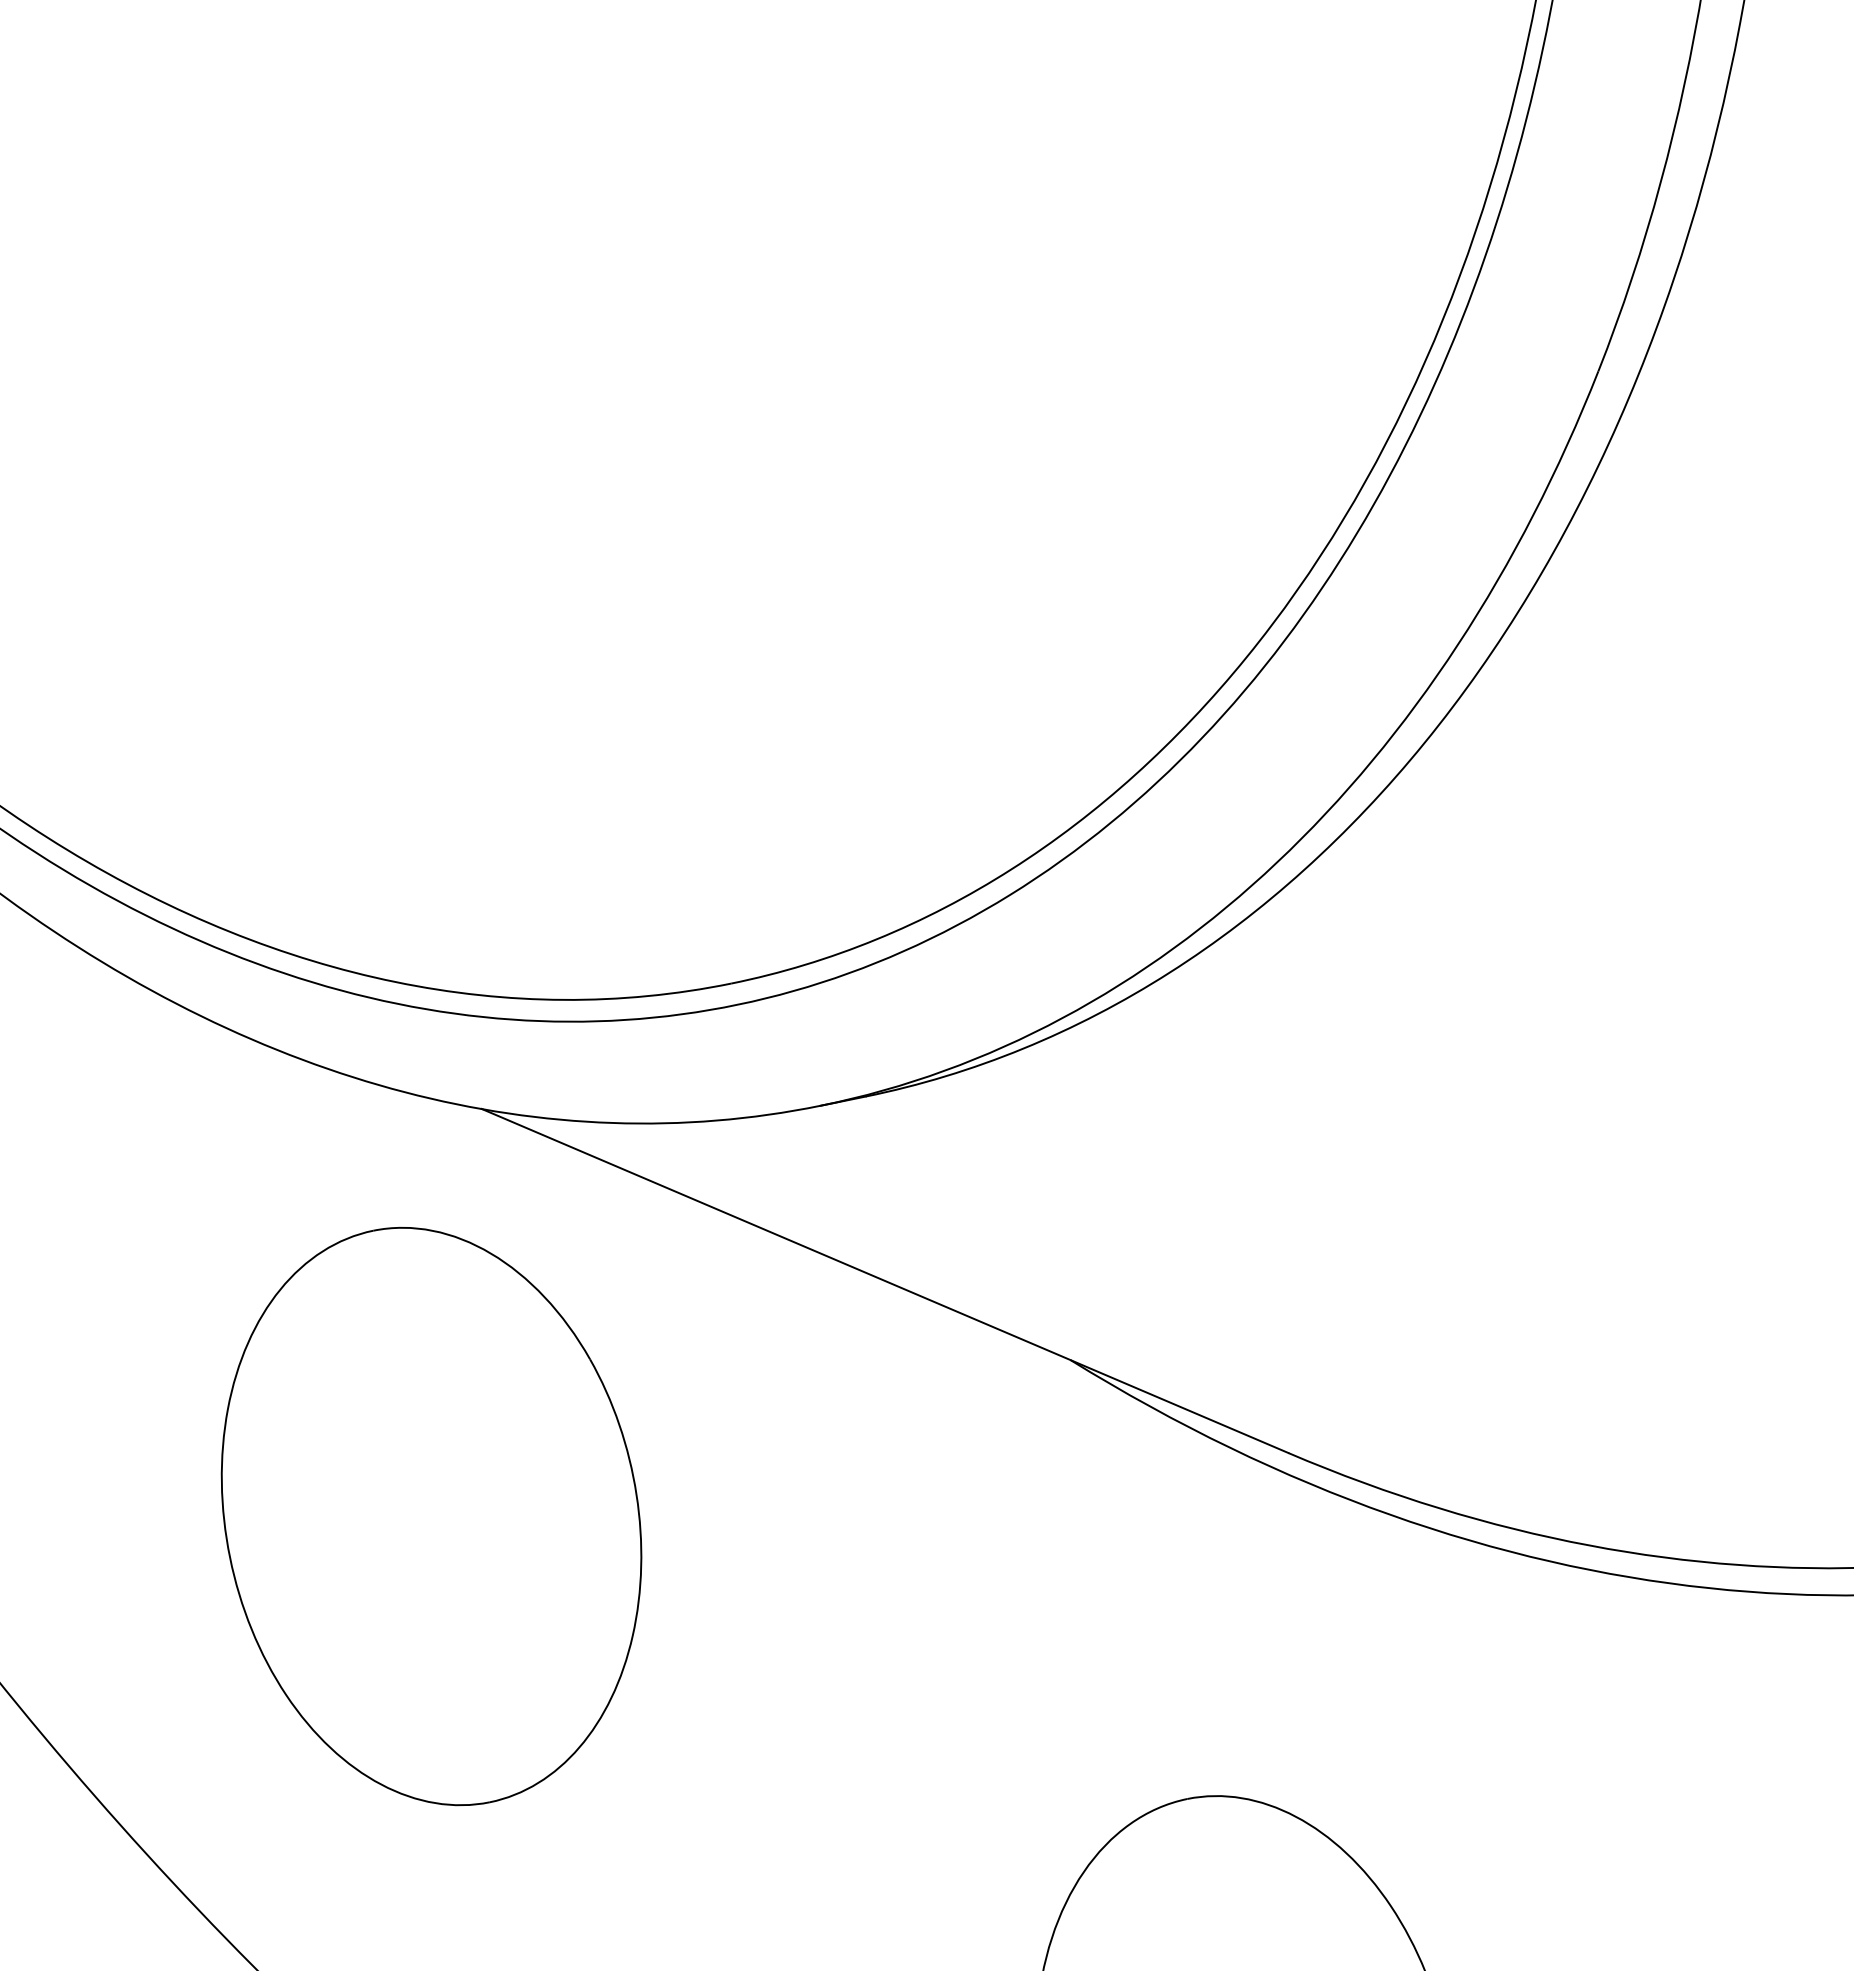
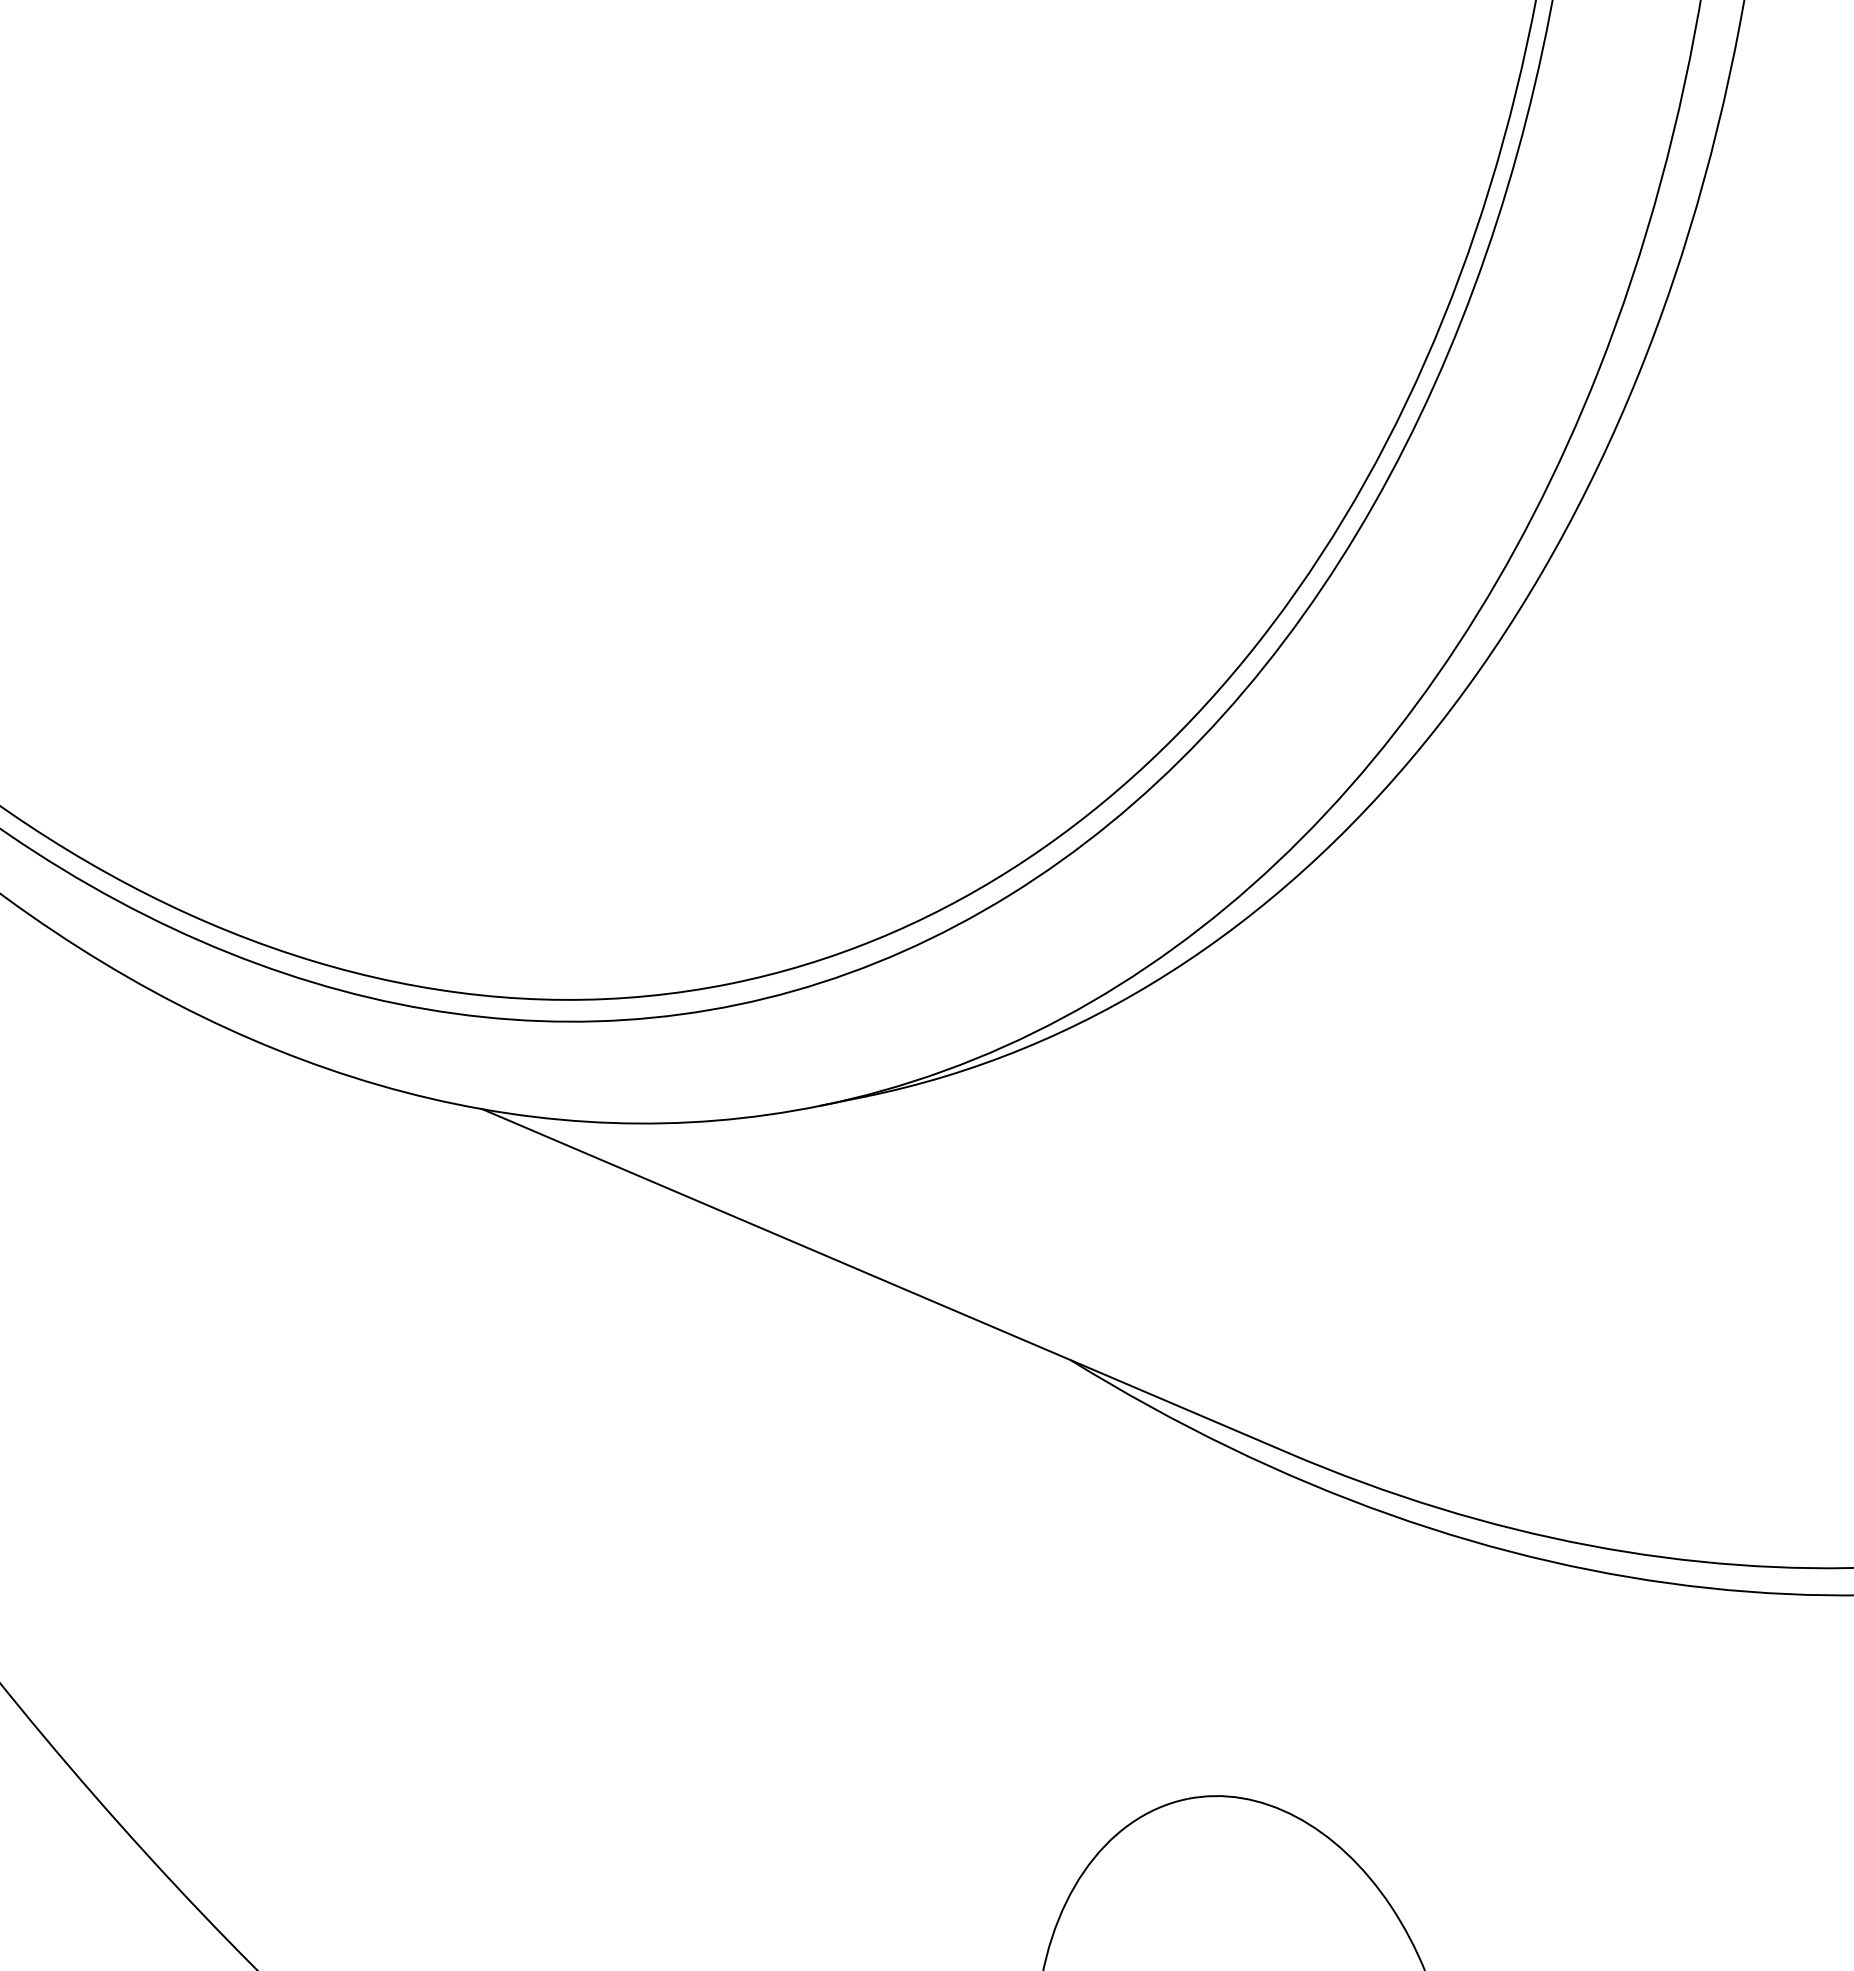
part at (431, 1516): present -> none
